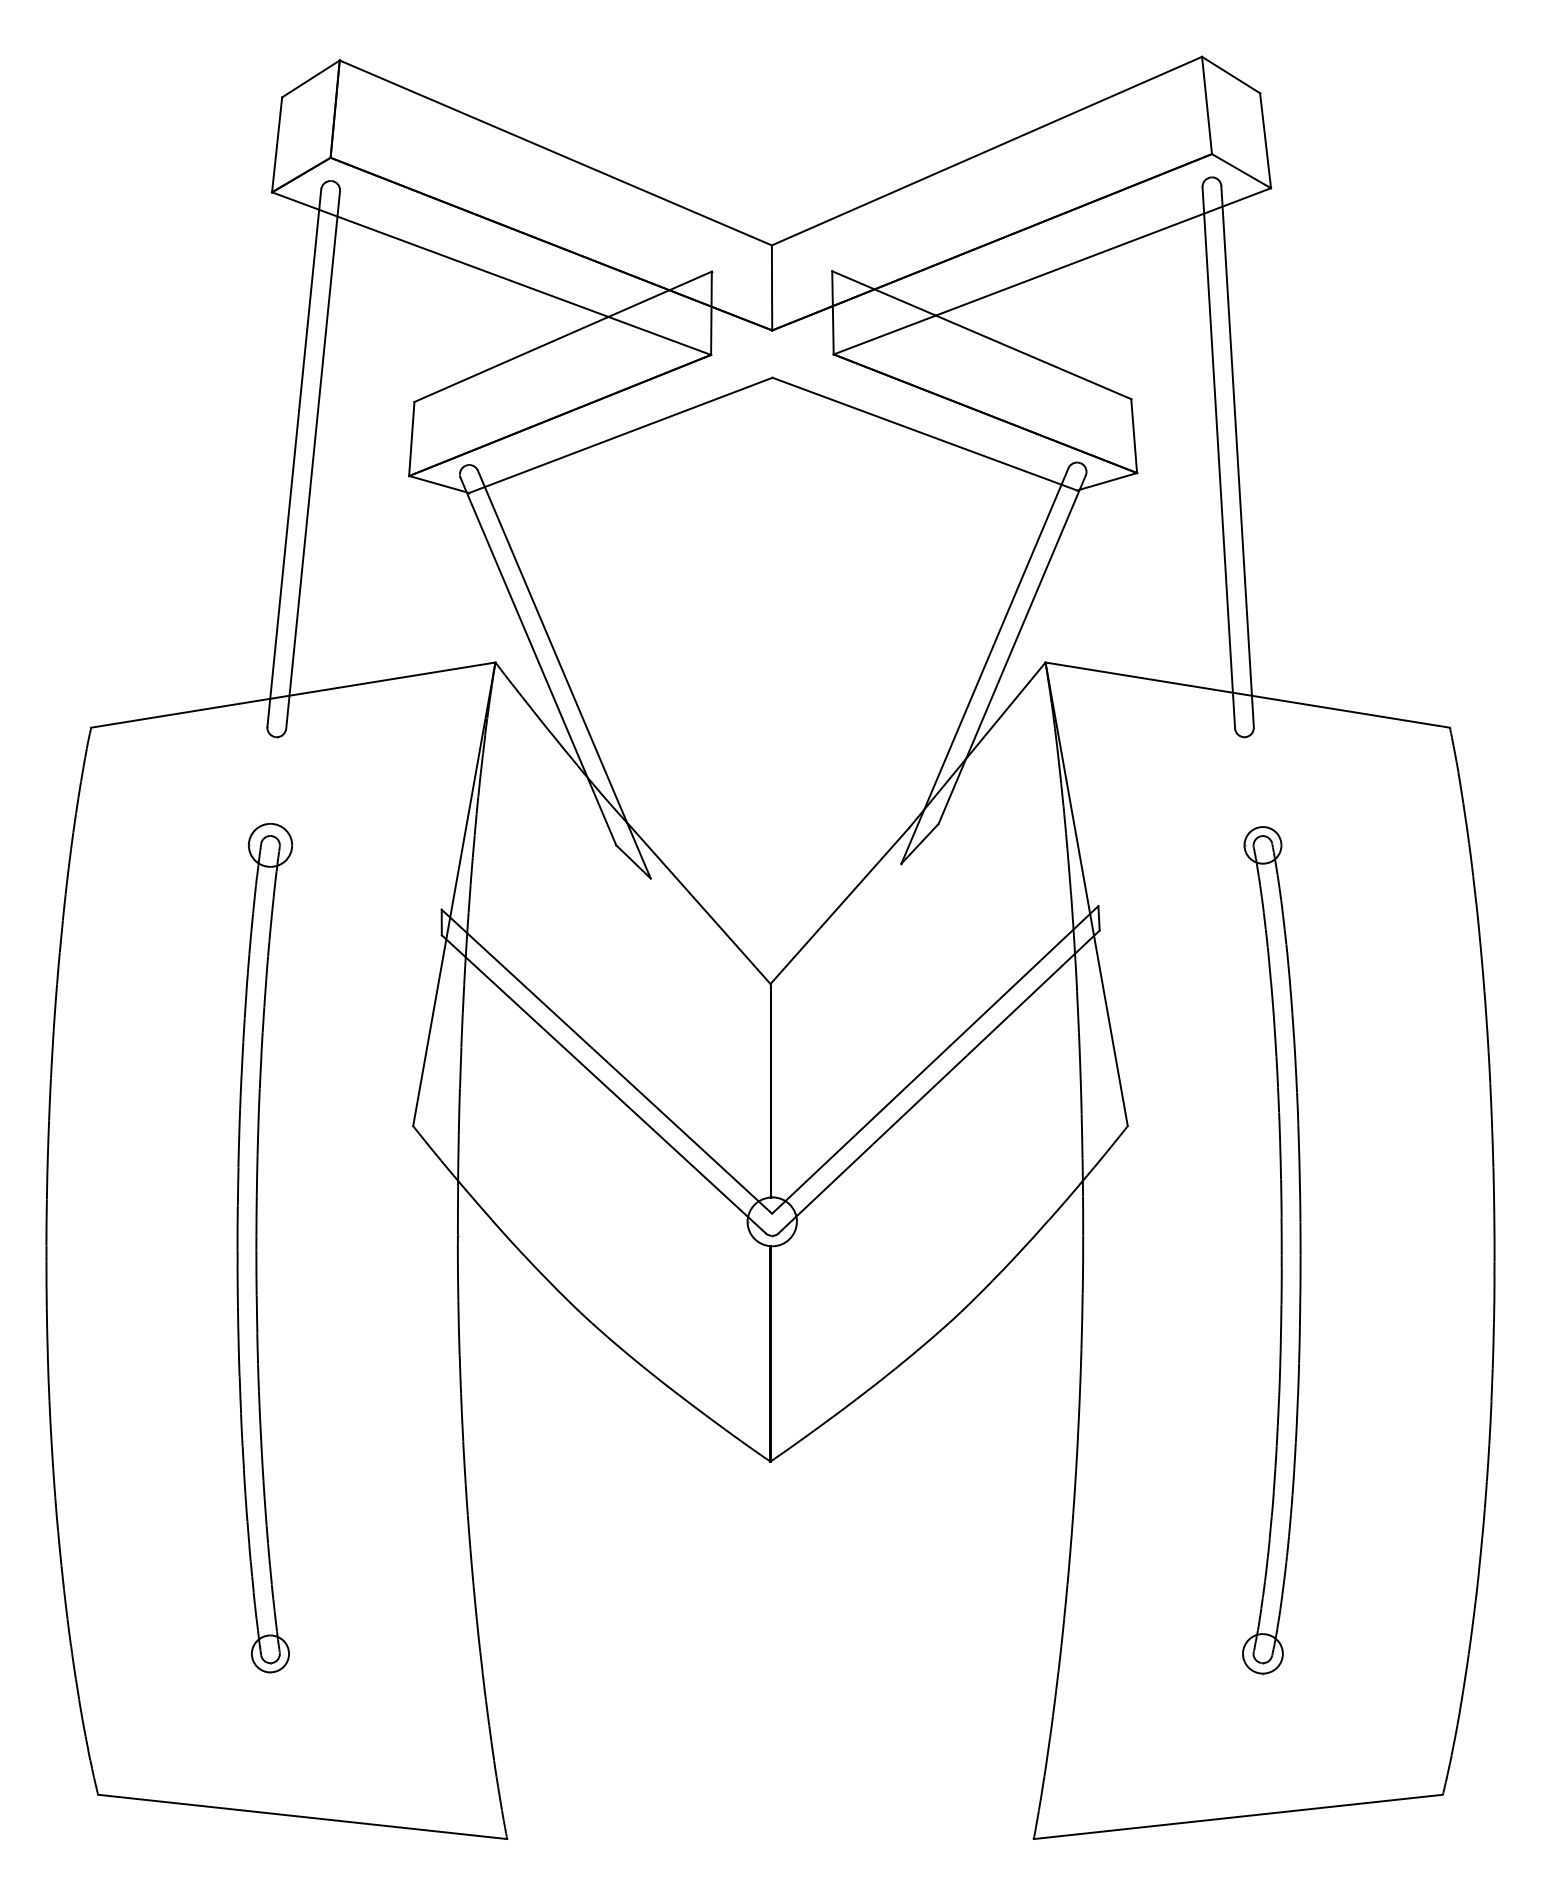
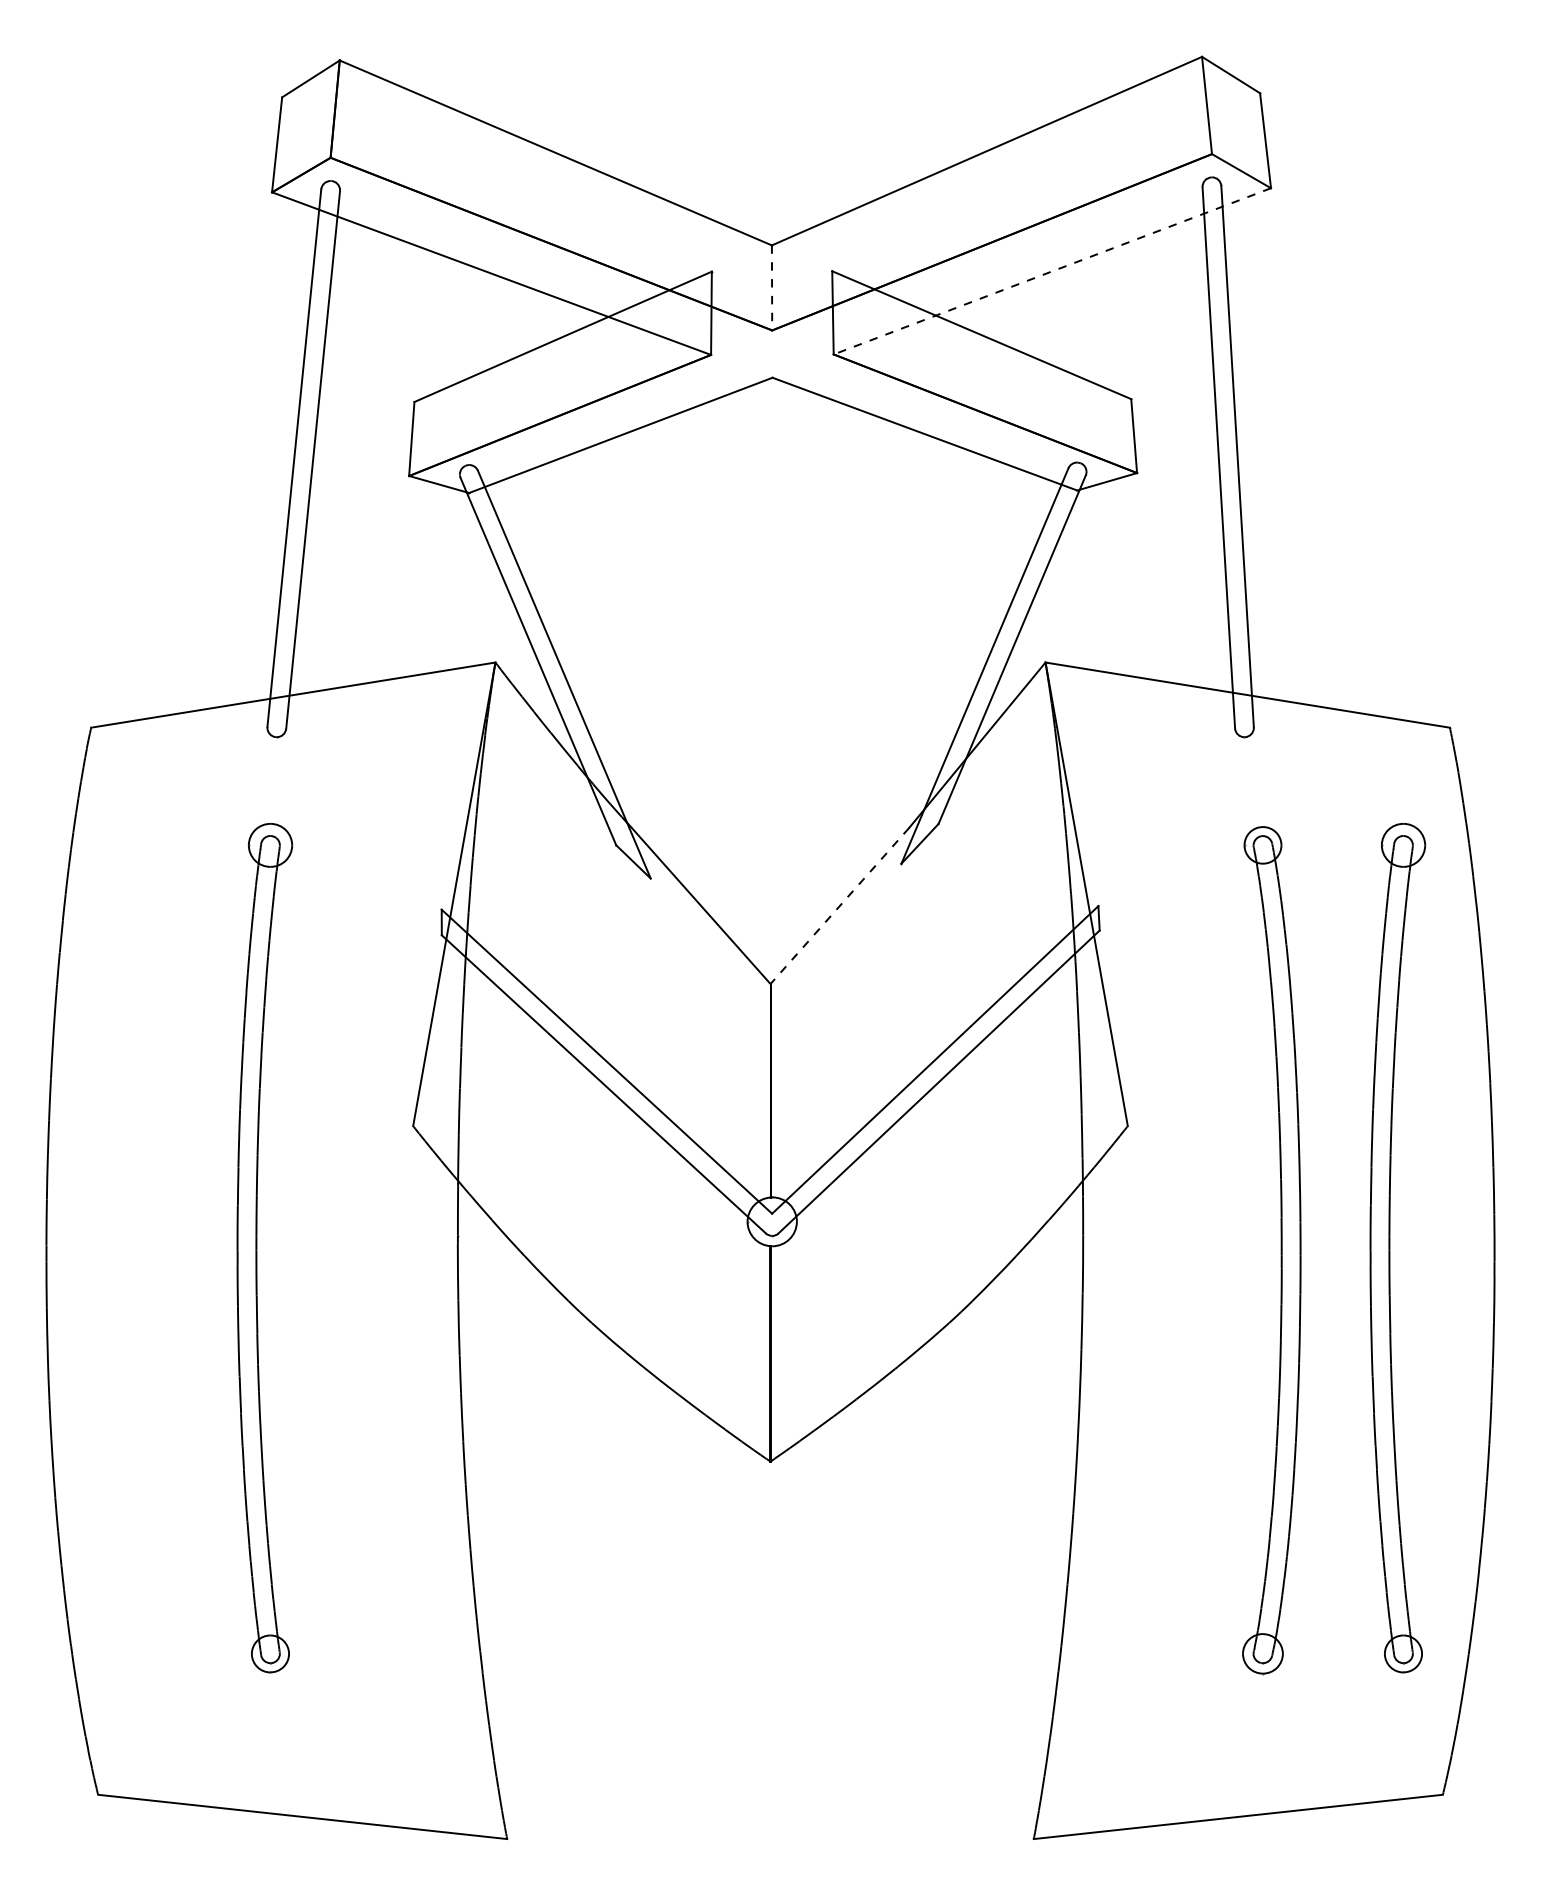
line at (1052, 271): solid -> dashed
line at (772, 287): solid -> dashed
line at (839, 906): solid -> dashed
part at (1390, 1248): none -> present
